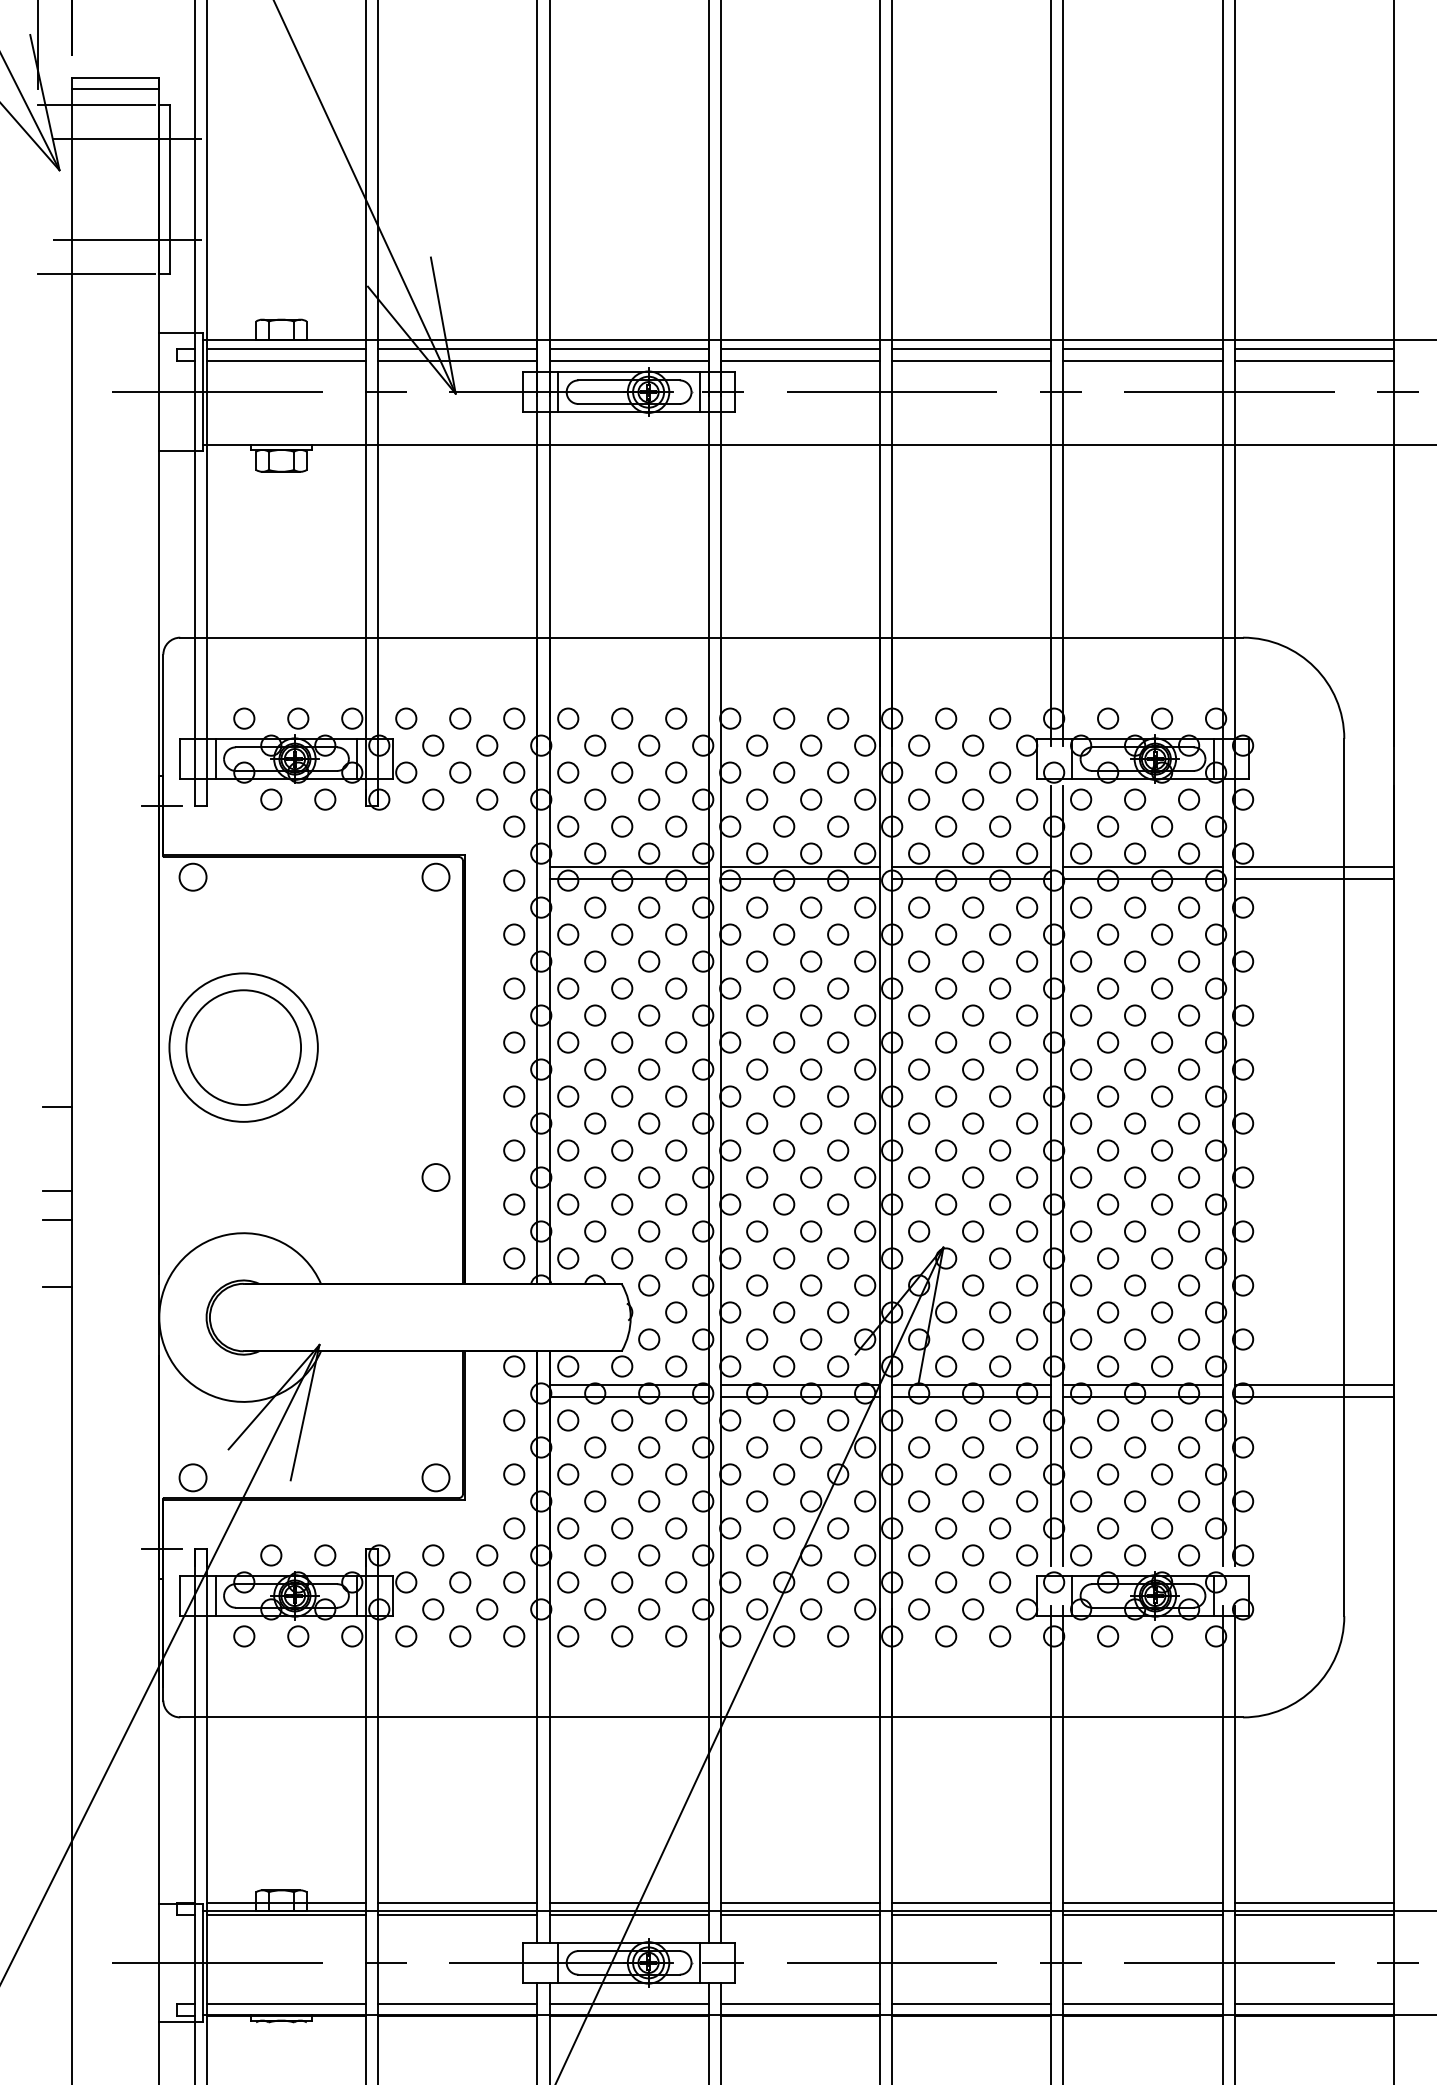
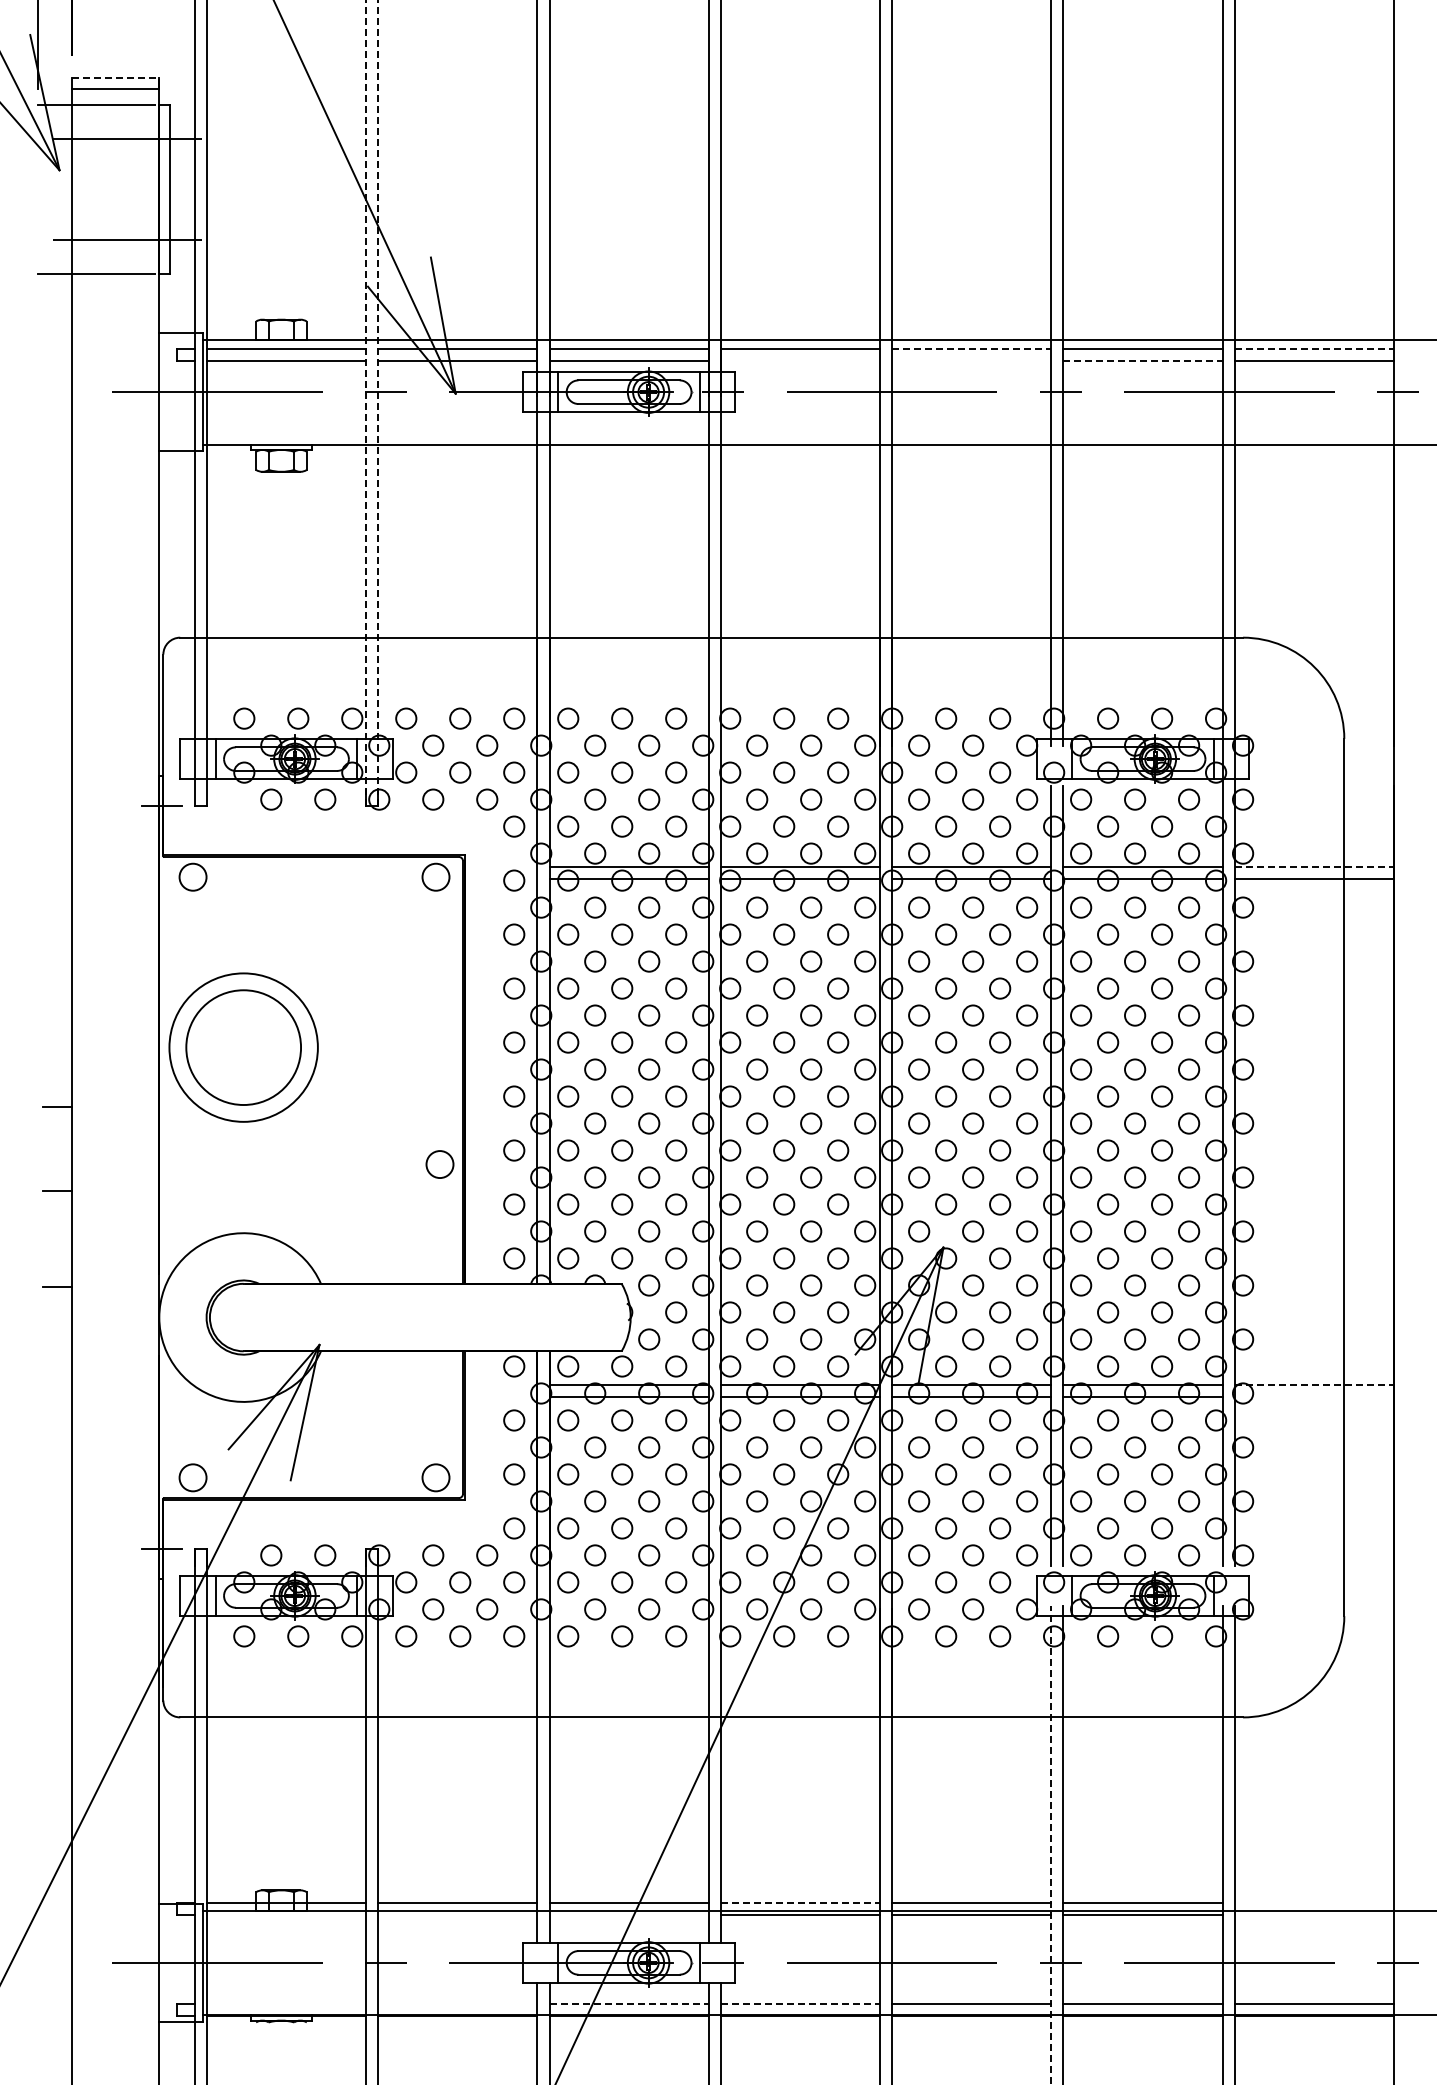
line at (115, 78): solid -> dashed
line at (971, 349): solid -> dashed
line at (1314, 349): solid -> dashed
line at (799, 361): present -> none
line at (971, 361): present -> none
line at (1143, 361): solid -> dashed
line at (366, 402): solid -> dashed
line at (378, 402): solid -> dashed
line at (1314, 866): solid -> dashed
circle at (435, 1177) position: (435, 1177) -> (439, 1164)
line at (57, 1219): present -> none
line at (1314, 1384): solid -> dashed
line at (1313, 1397): present -> none
line at (1051, 1845): solid -> dashed
line at (800, 1902): solid -> dashed
line at (1313, 1902): present -> none
line at (286, 1914): present -> none
line at (457, 1914): present -> none
line at (628, 1914): present -> none
line at (1313, 1914): present -> none
line at (286, 2004): present -> none
line at (457, 2004): present -> none
line at (629, 2004): solid -> dashed
line at (800, 2004): solid -> dashed
